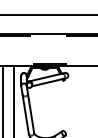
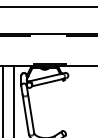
line at (48, 14) position: (48, 14) -> (48, 6)
